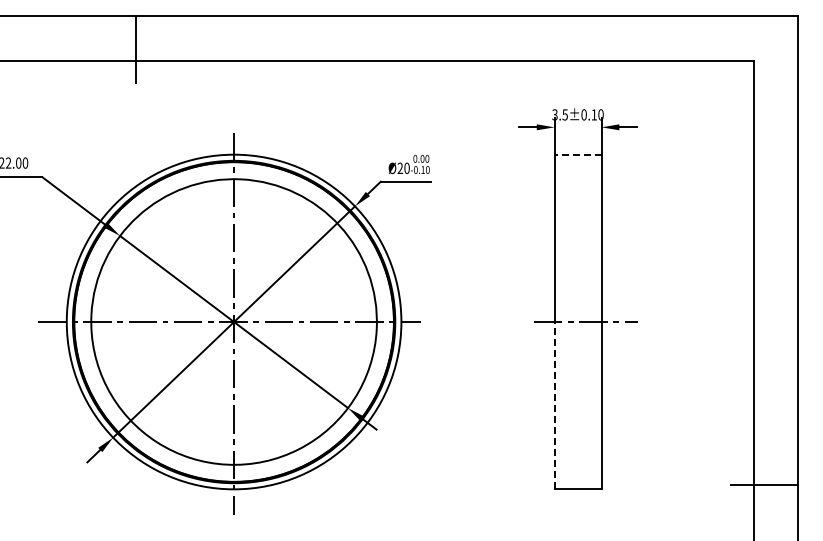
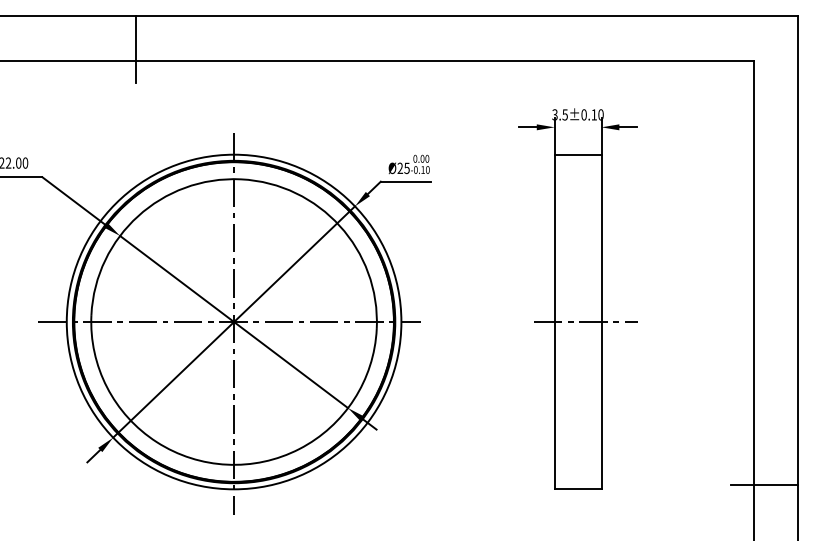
line at (577, 154): dashed -> solid
text at (406, 167): Ø20 -> Ø25
line at (554, 405): dashed -> solid
